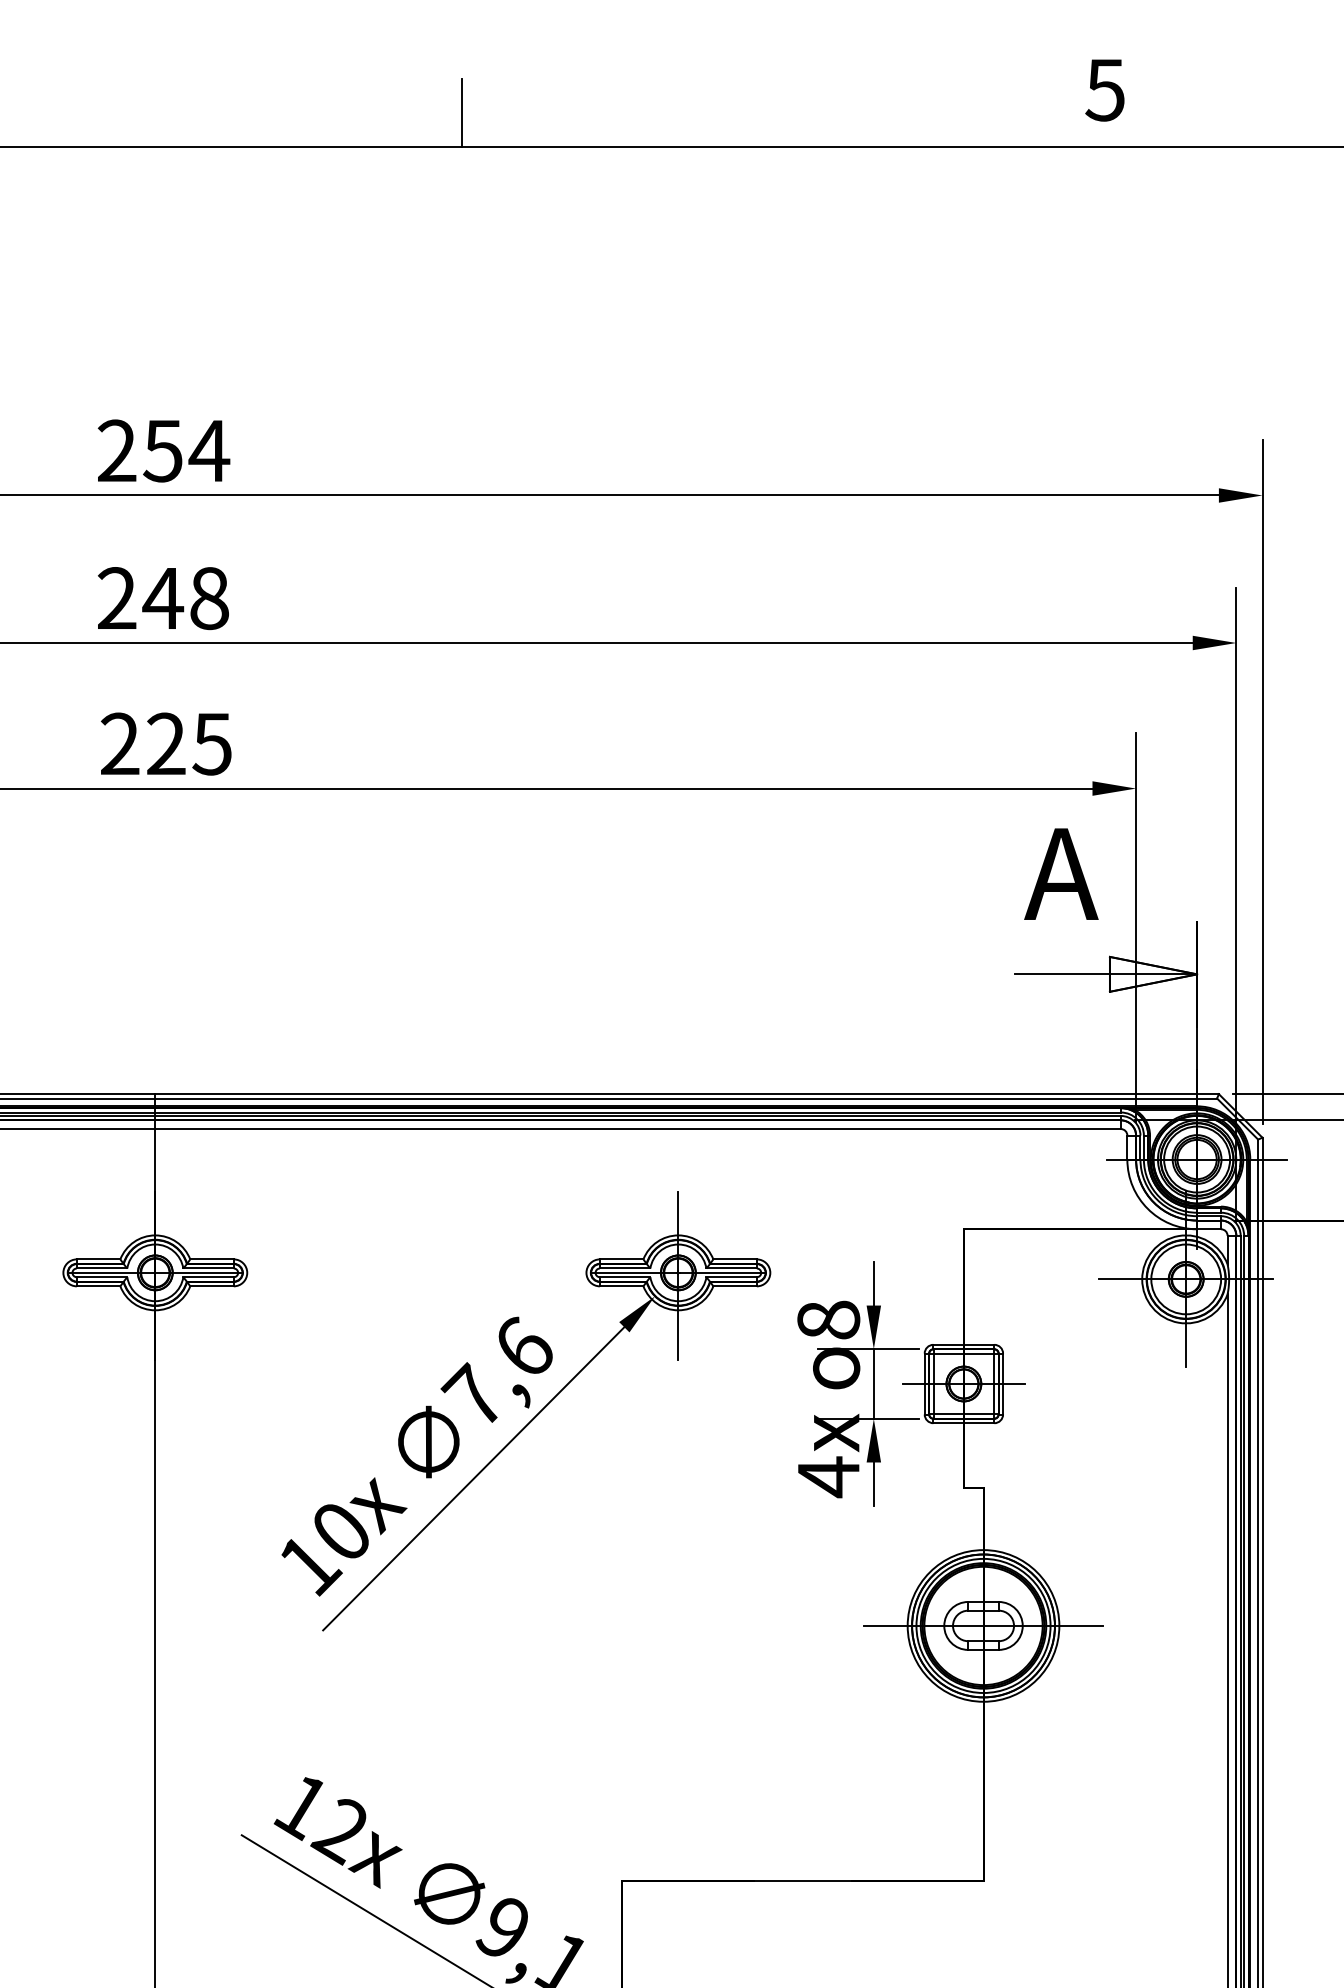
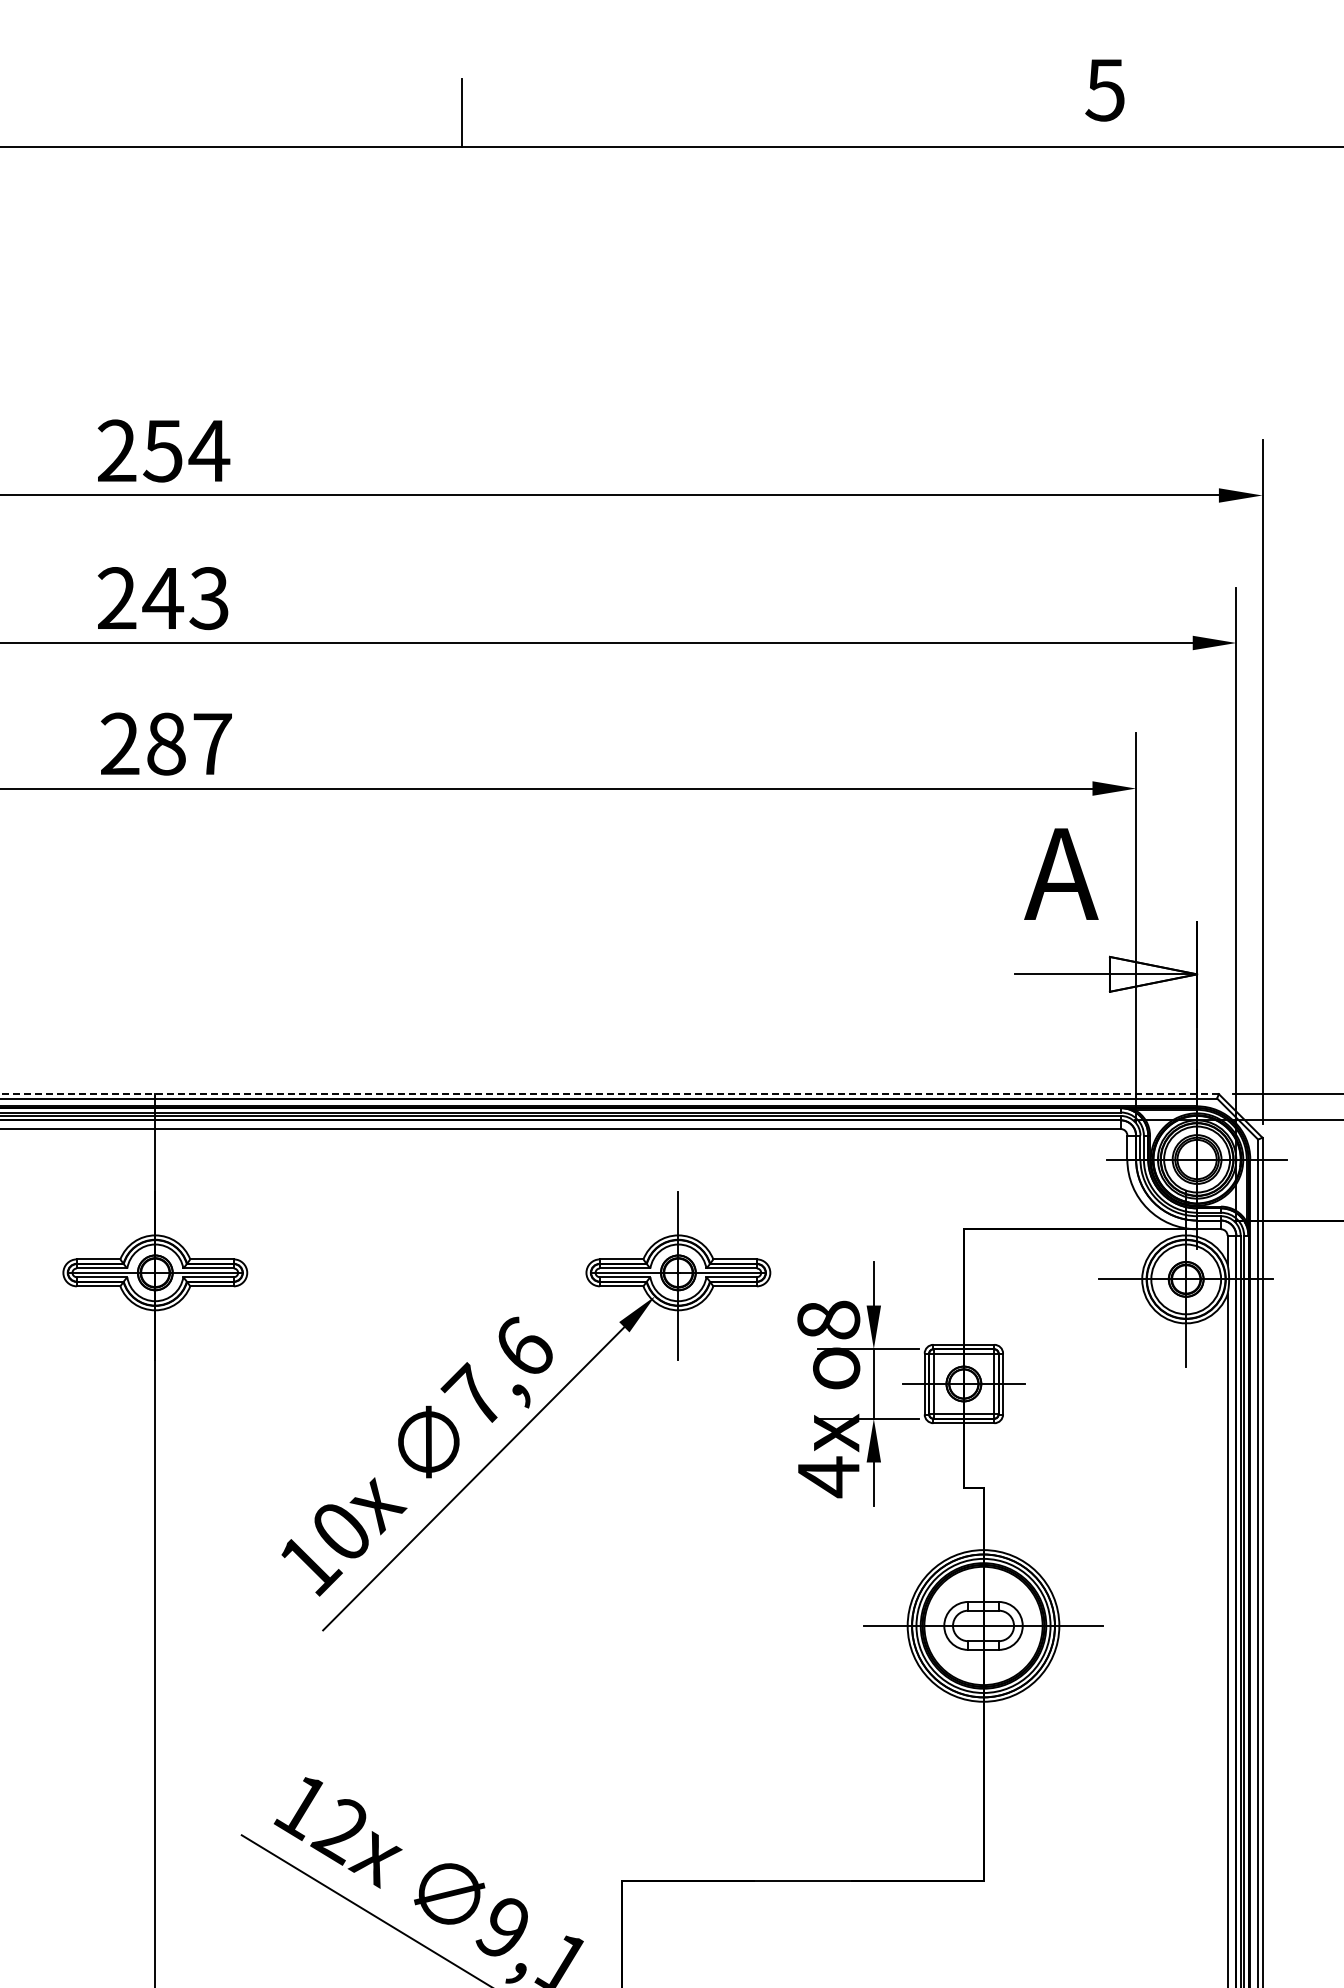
text at (208, 598): 248 -> 243
text at (189, 743): 225 -> 287
line at (609, 1094): solid -> dashed
